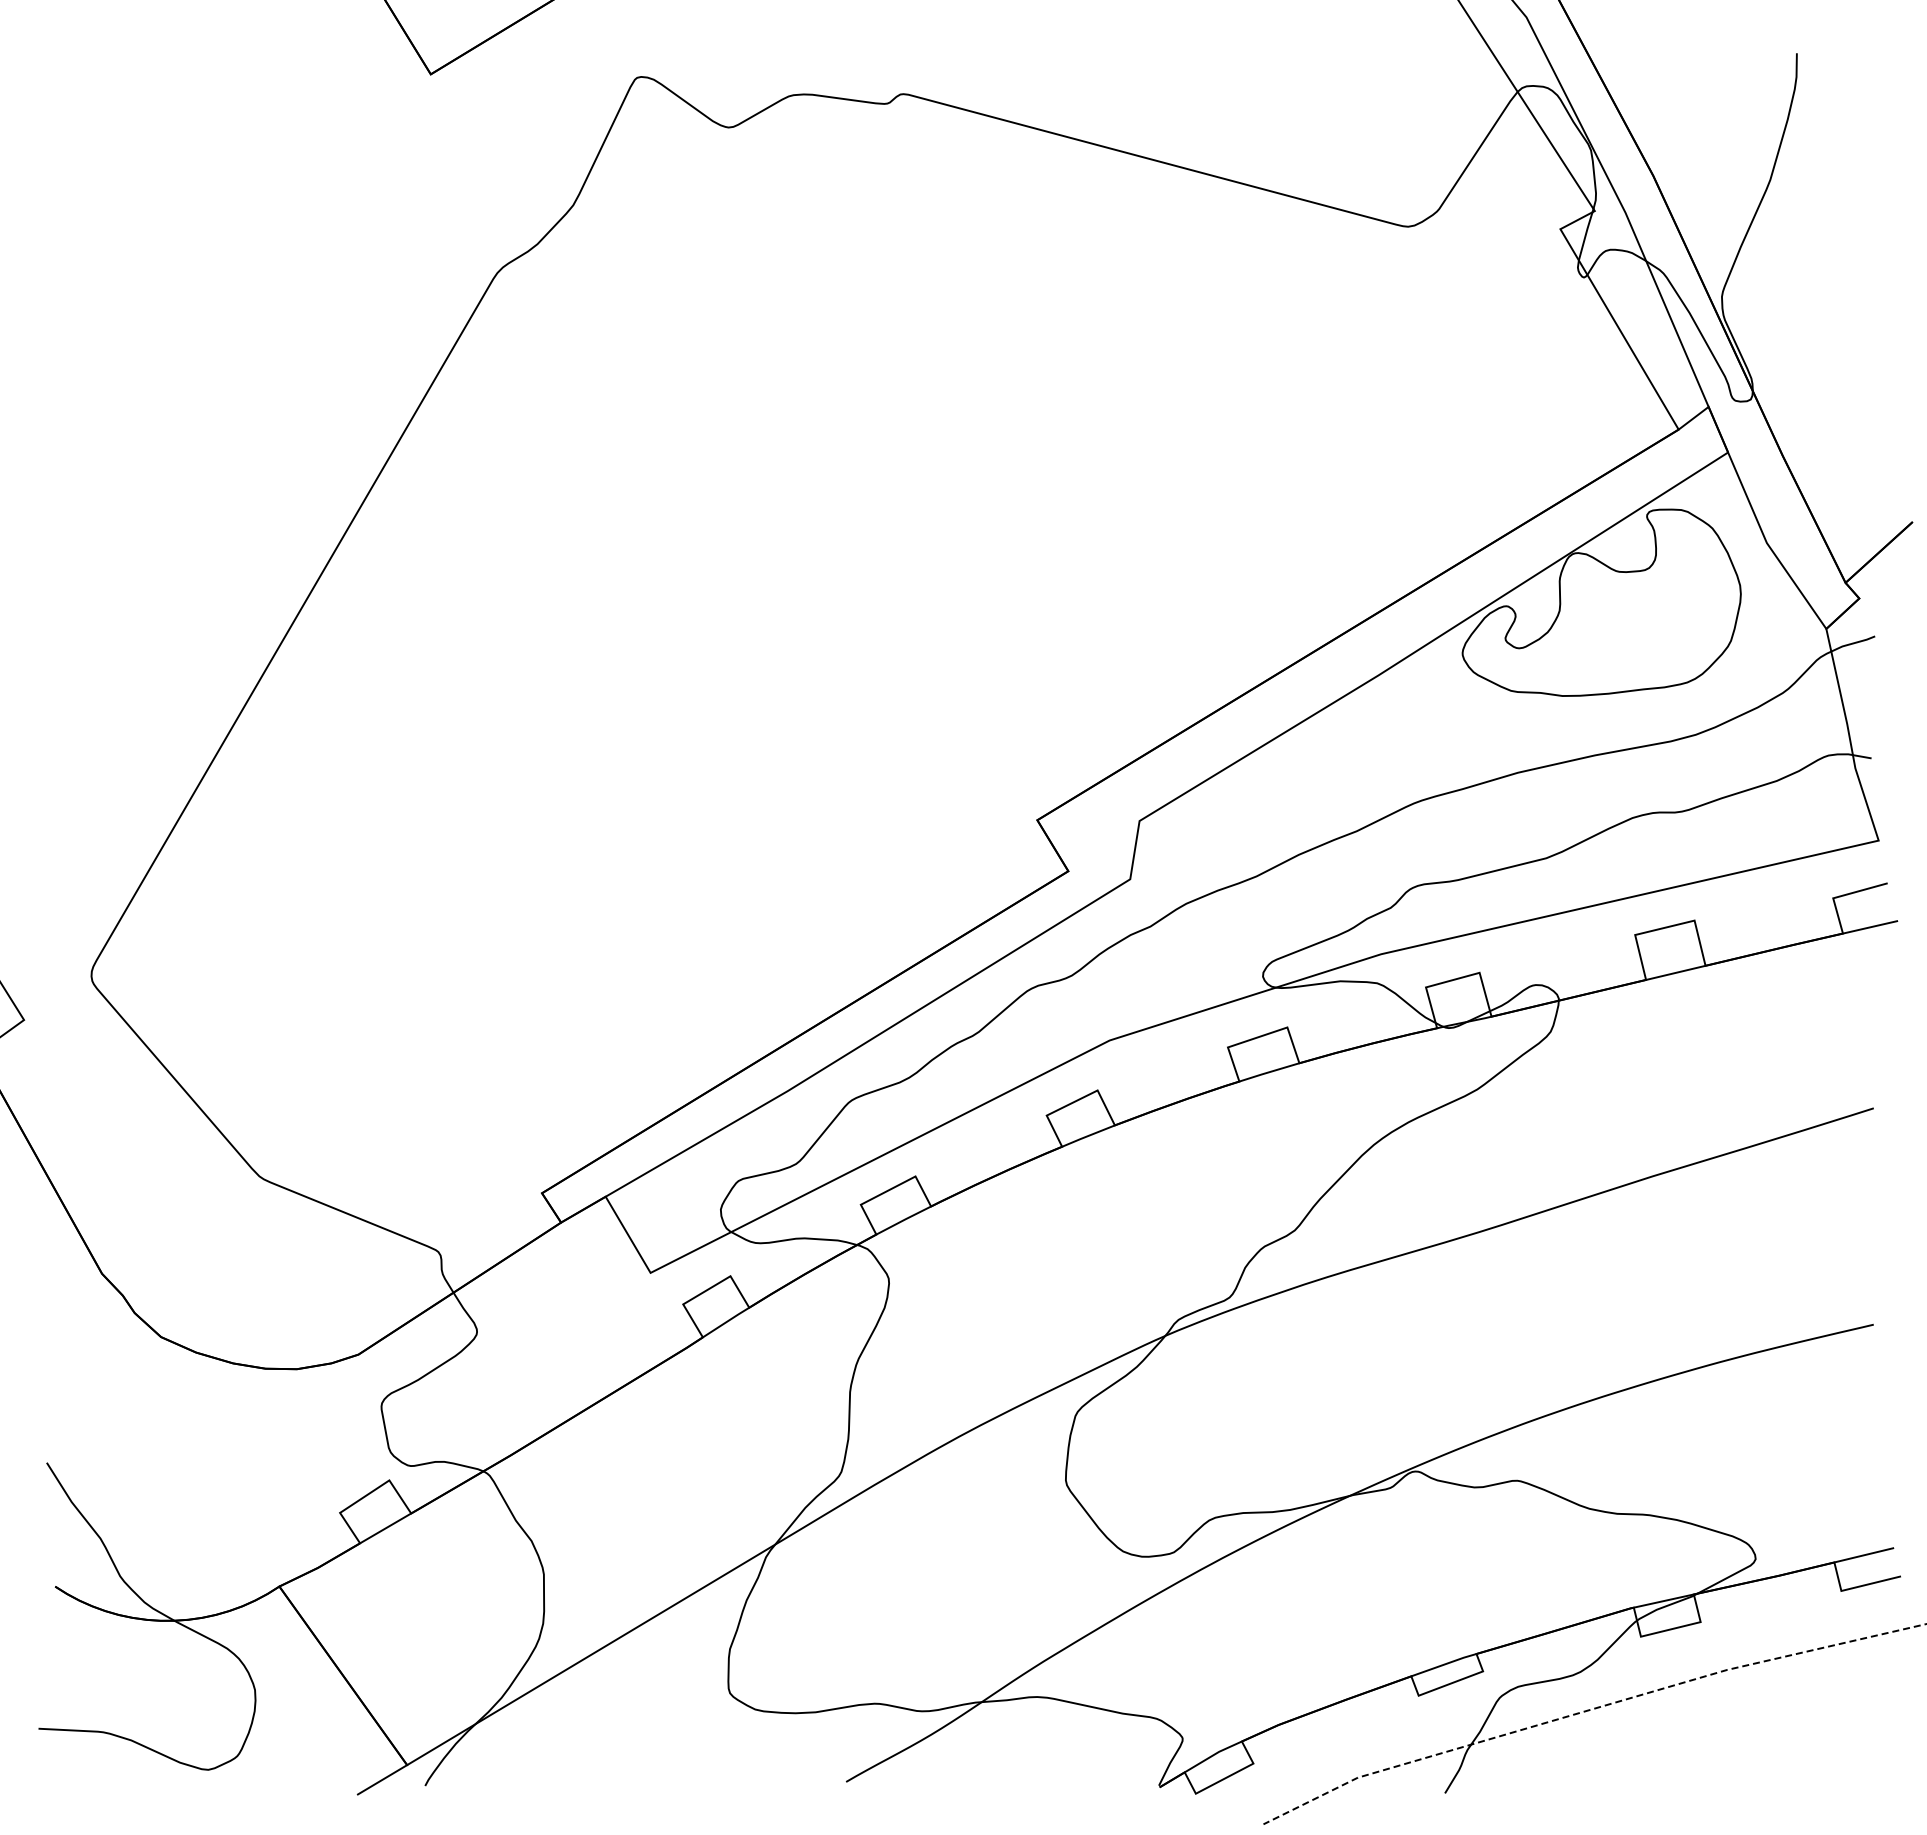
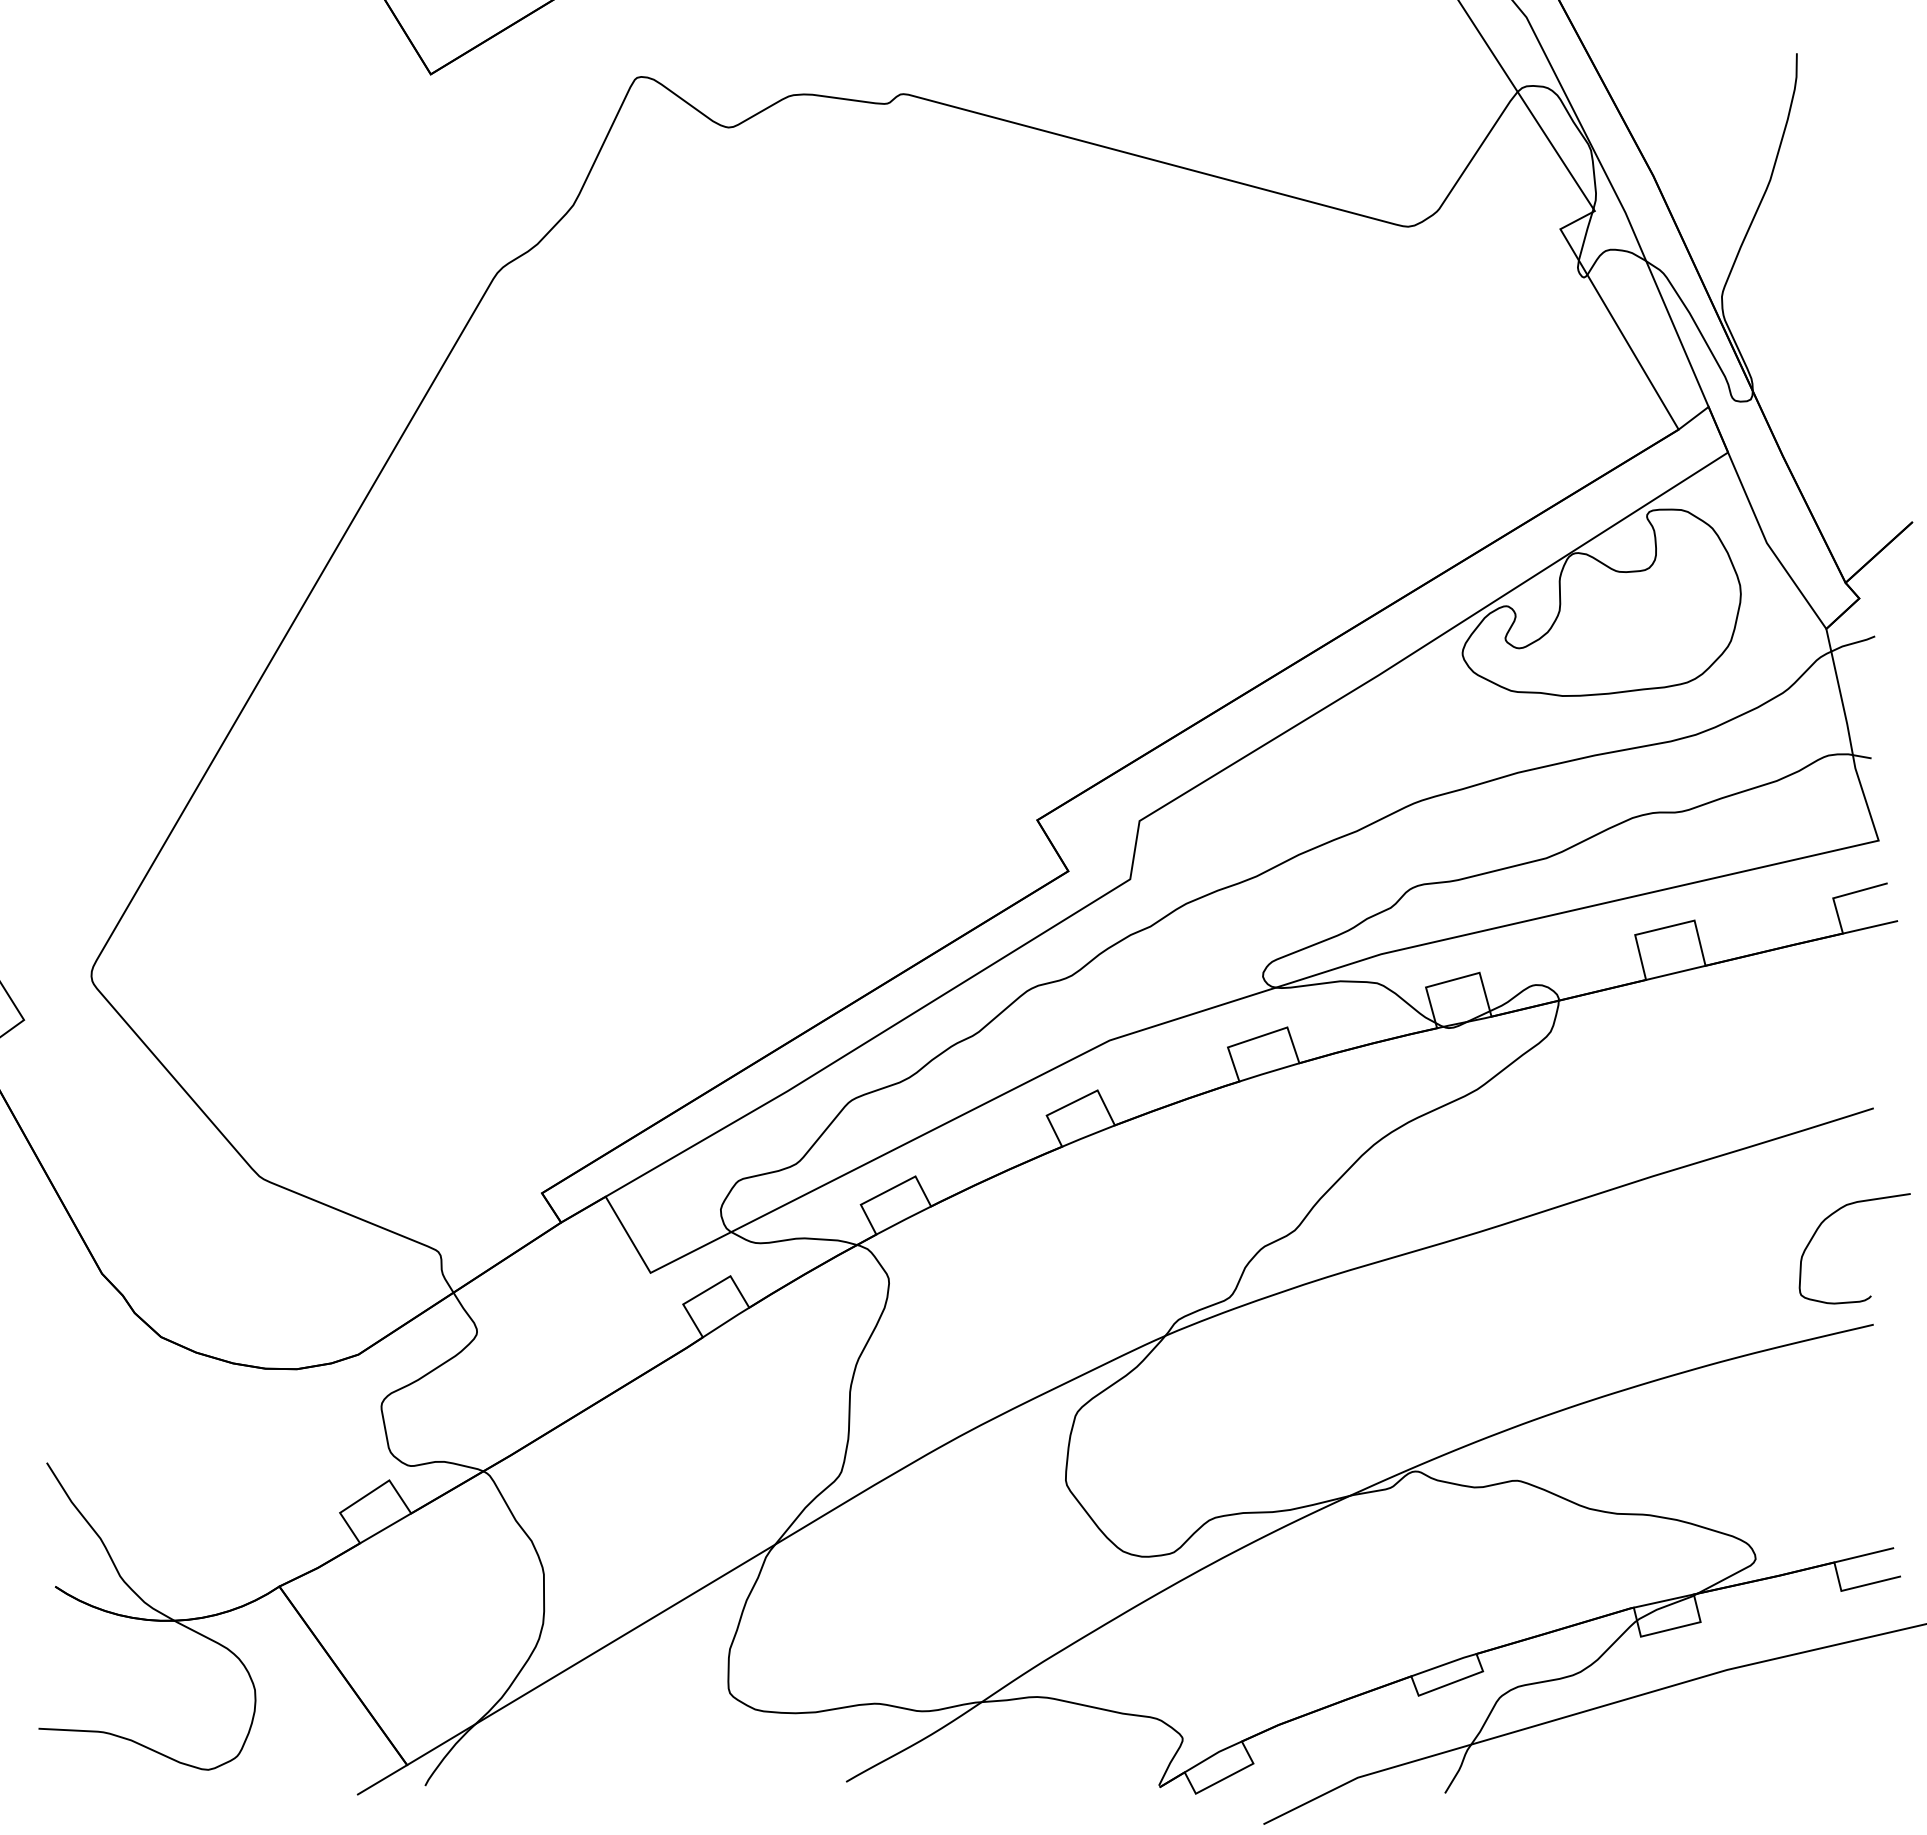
curve at (1828, 1218): none -> present
line at (1590, 1709): dashed -> solid
